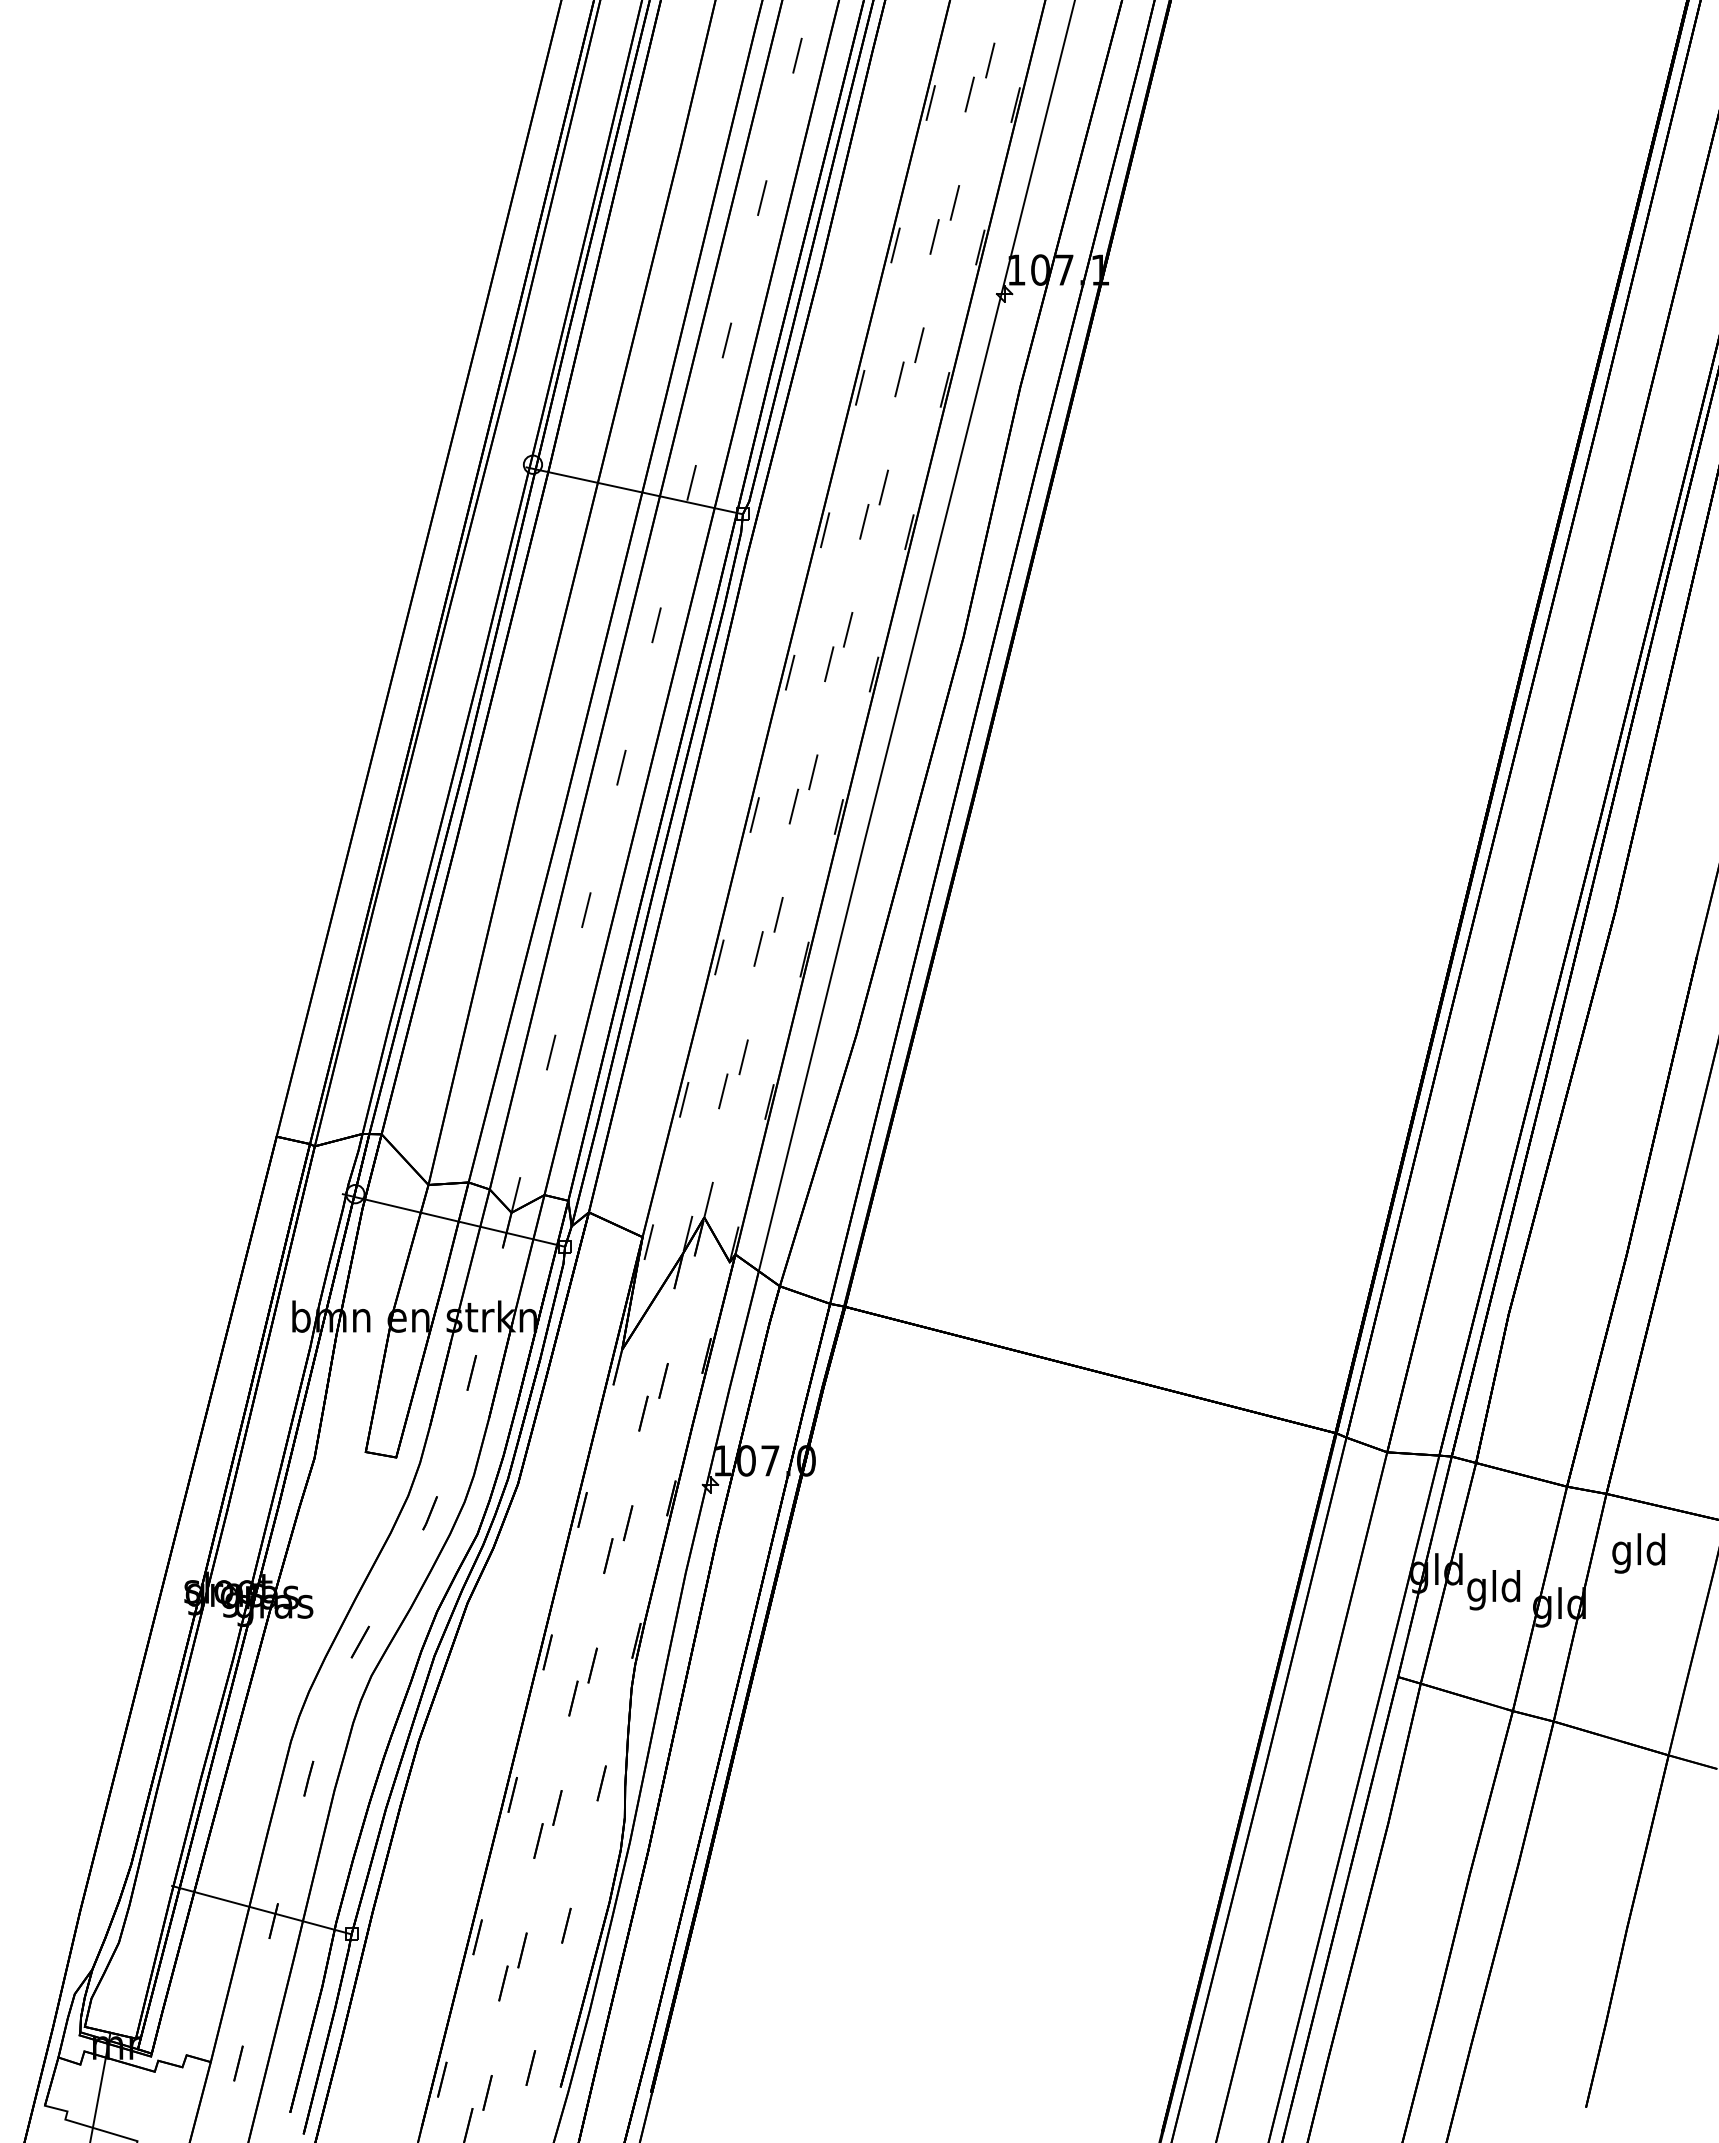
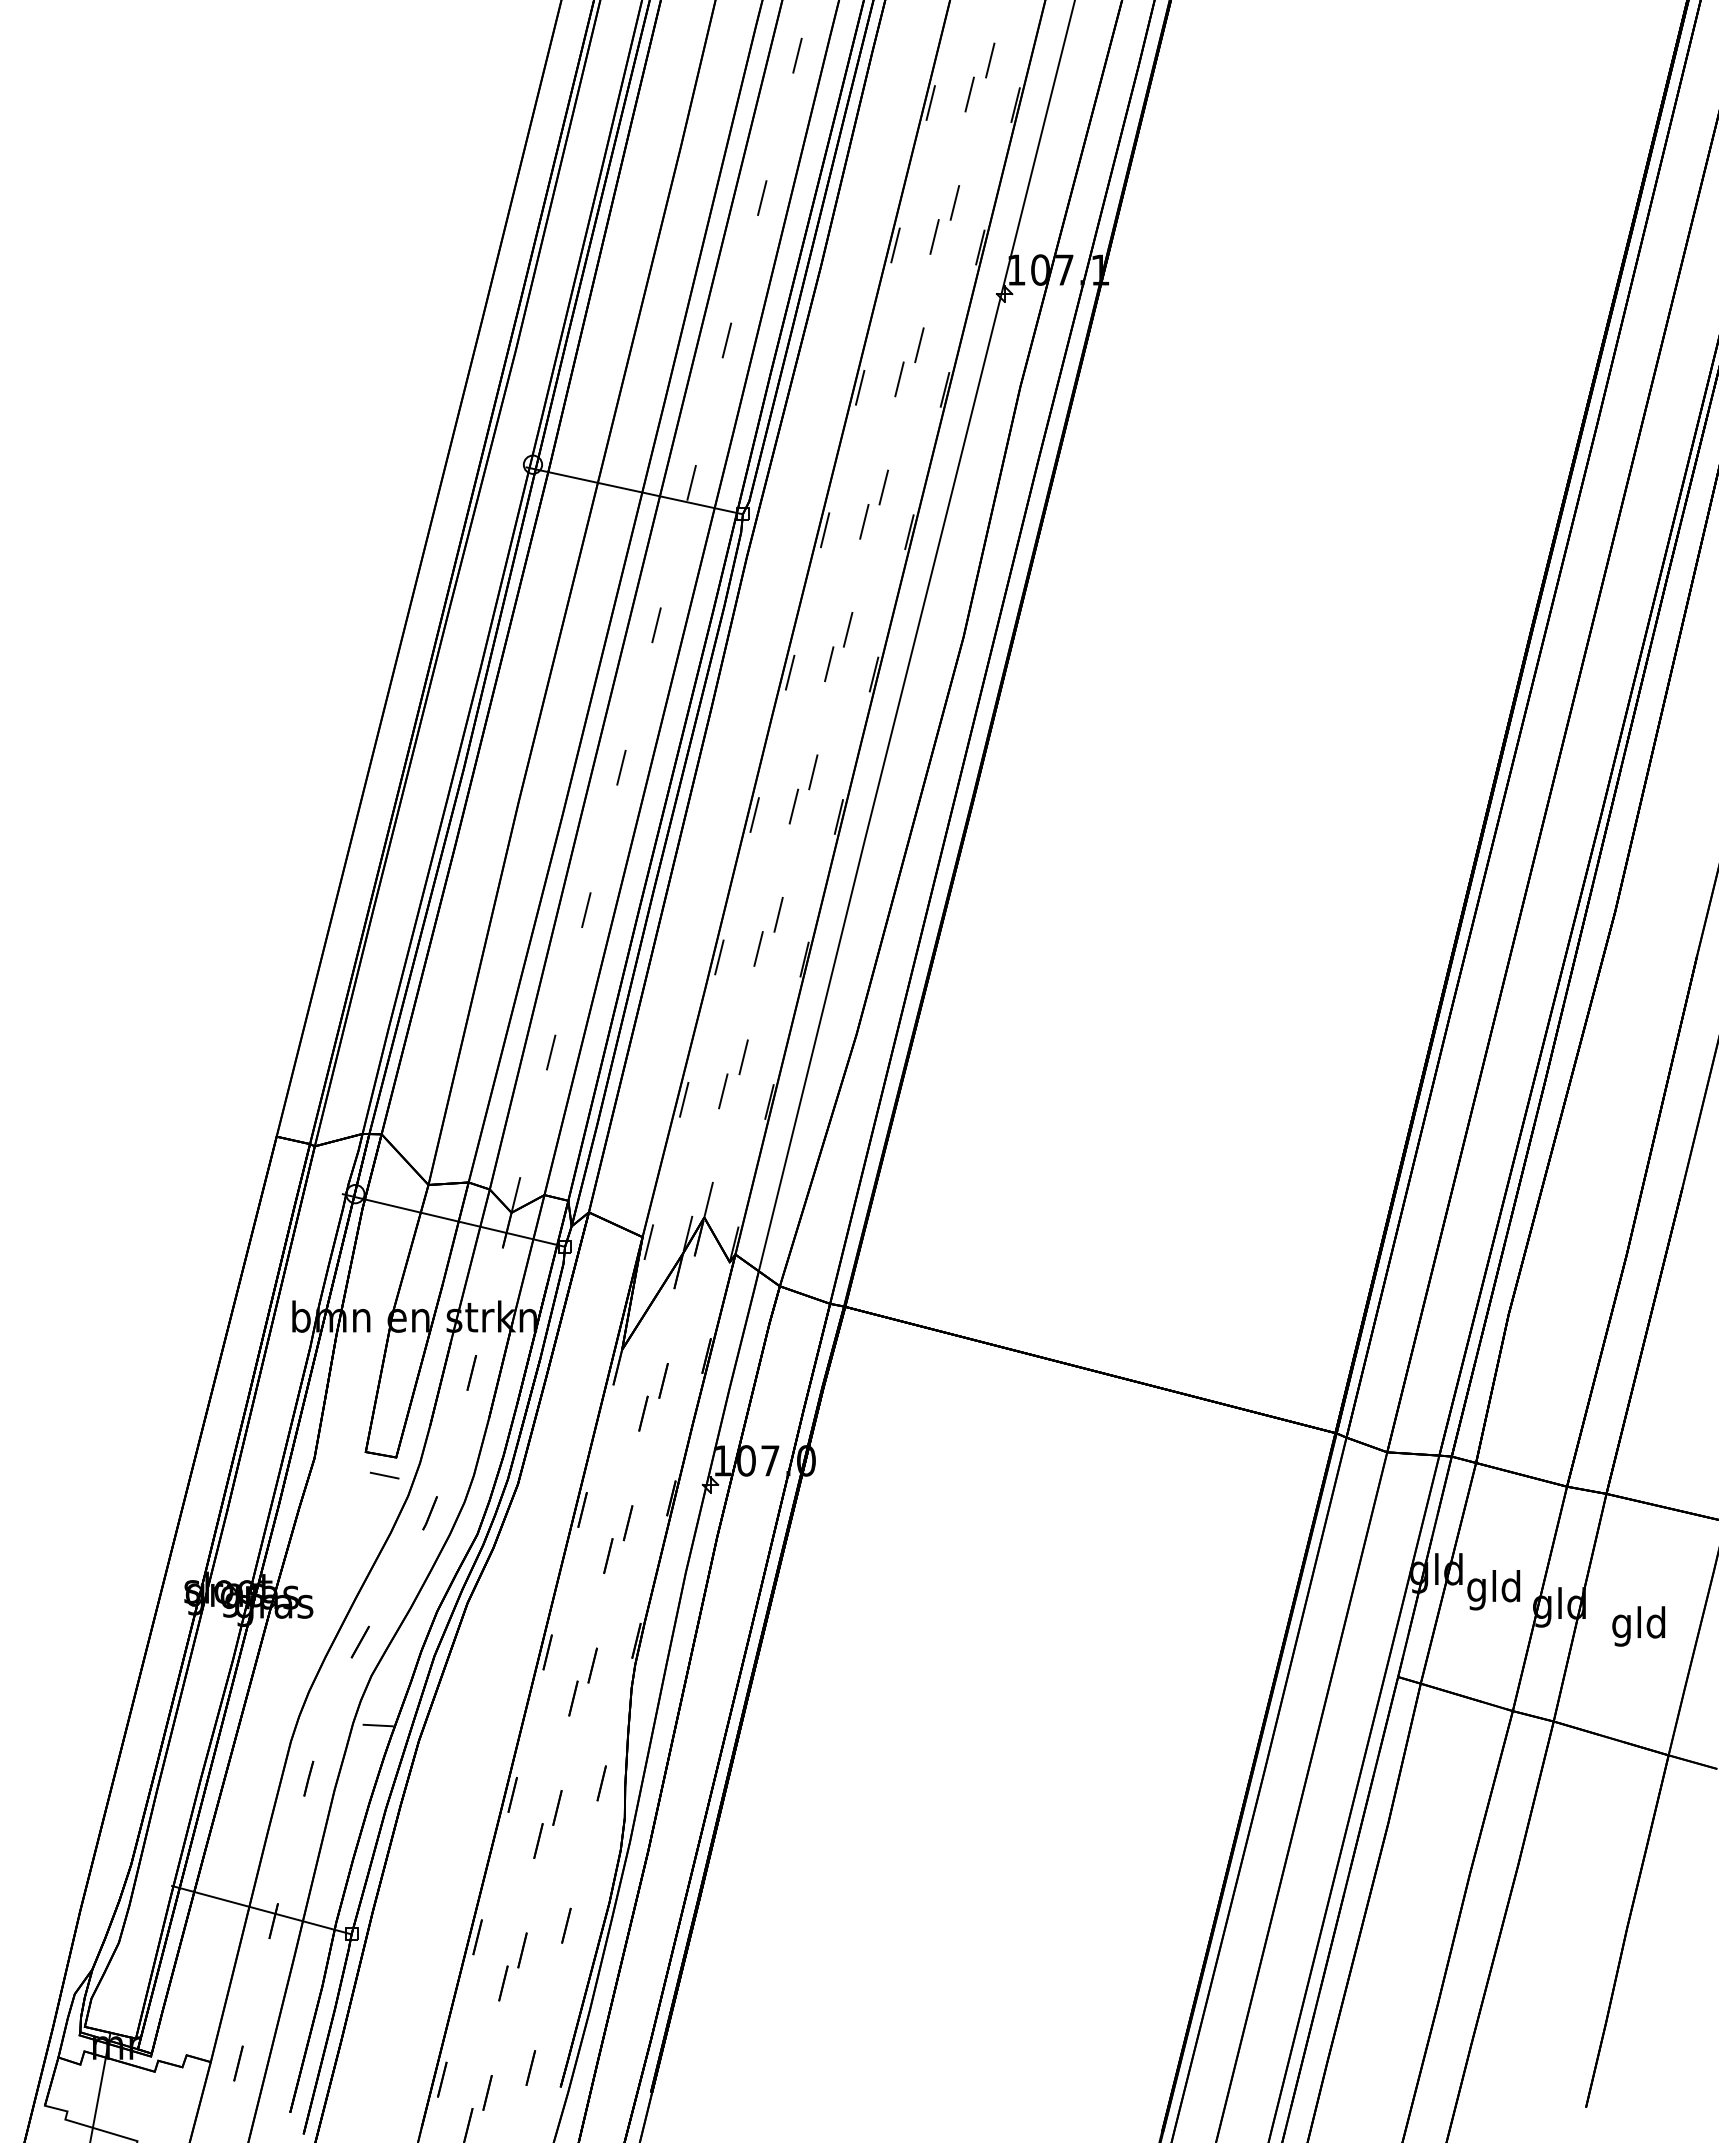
line at (384, 1475): none -> present
text at (1638, 1553) position: (1638, 1553) -> (1638, 1626)
line at (377, 1725): none -> present
